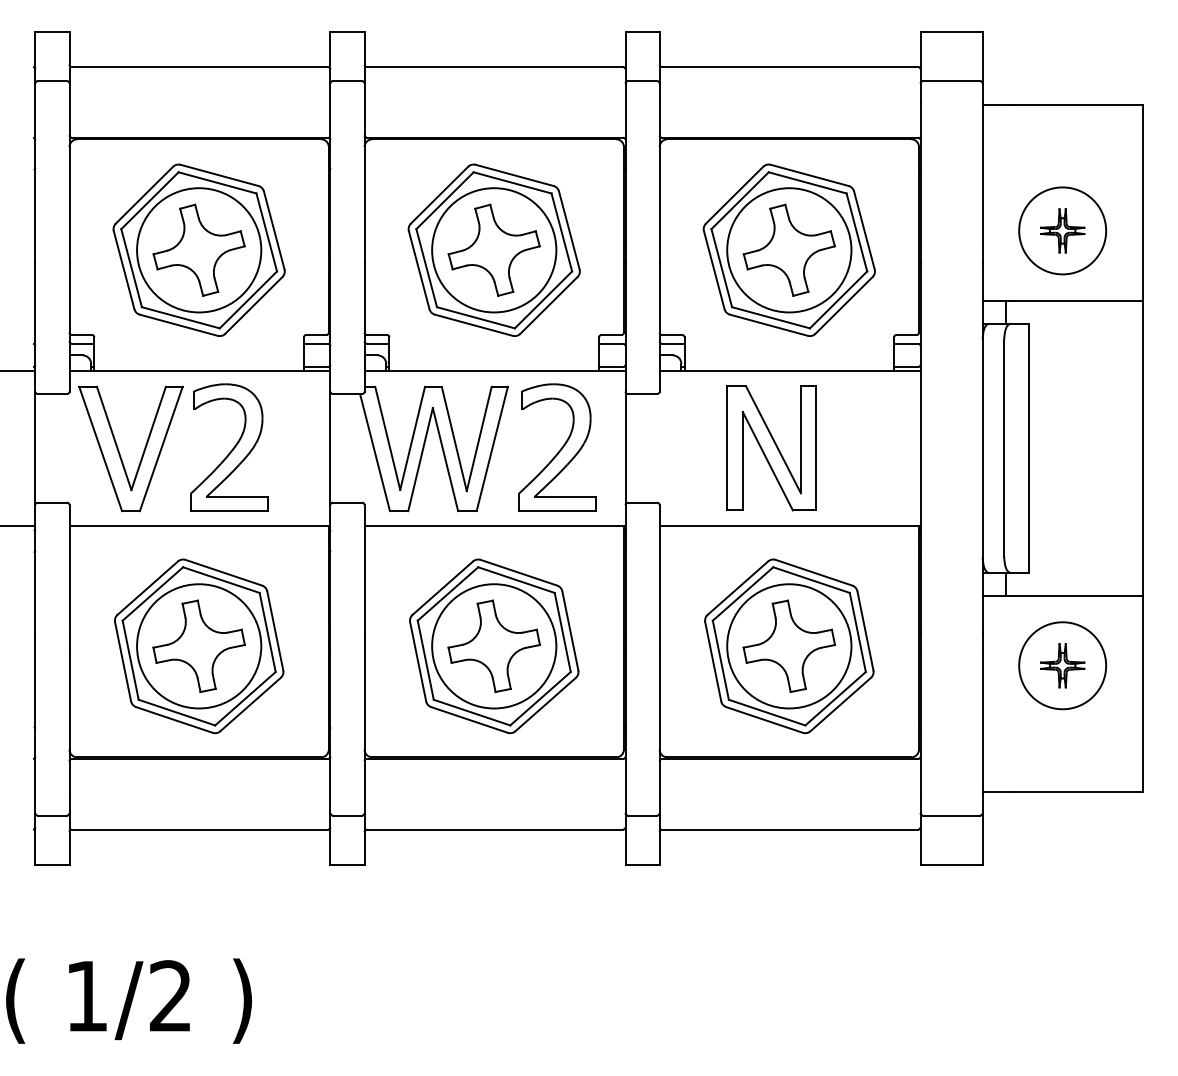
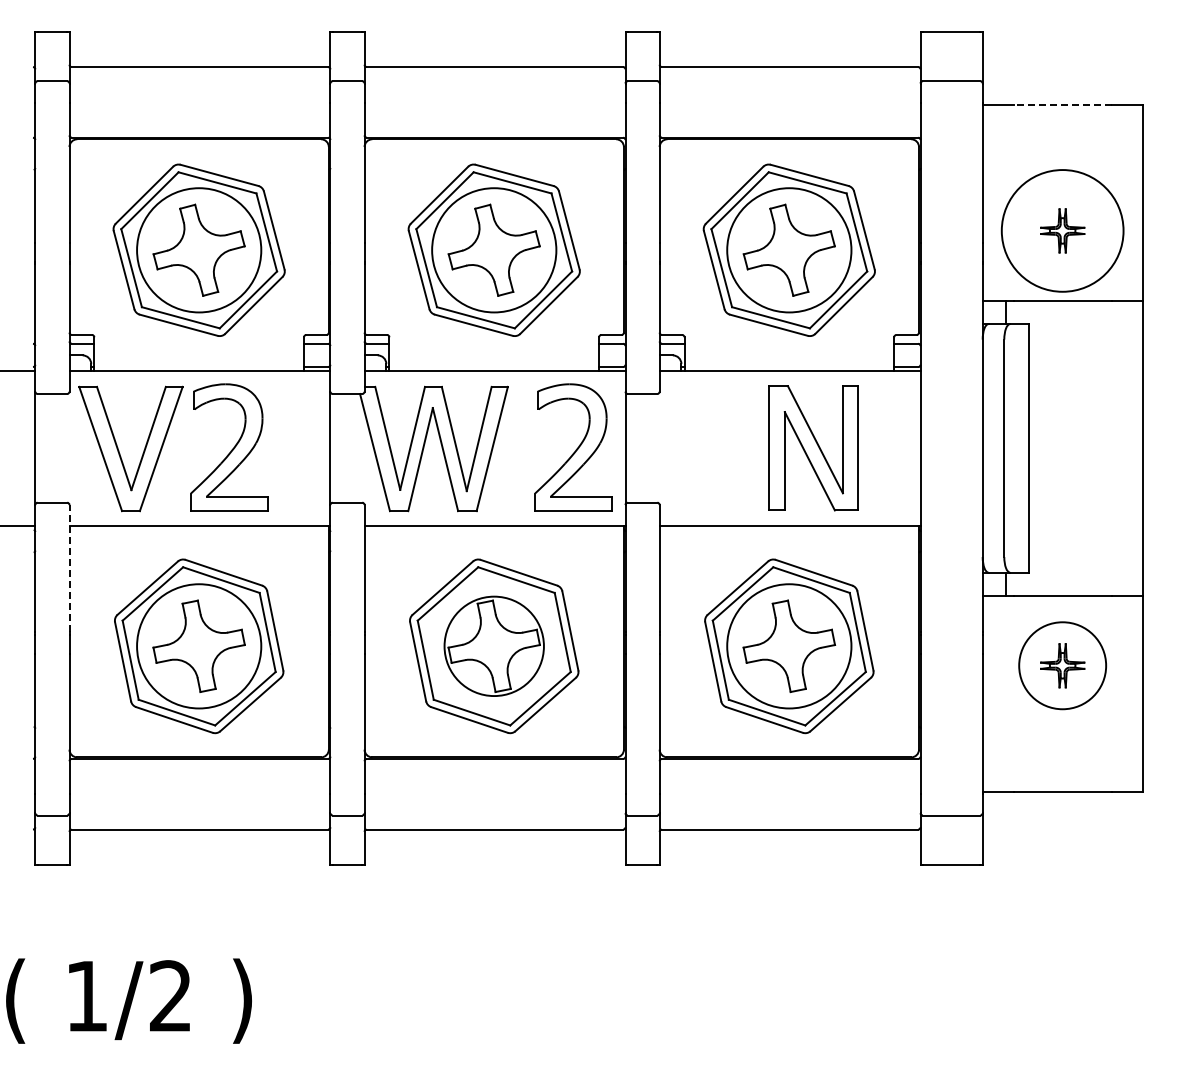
line at (1062, 105): solid -> dashed
circle at (1062, 230) diameter: 87 px -> 122 px
part at (557, 447) position: (557, 447) -> (573, 447)
part at (771, 448) position: (771, 448) -> (813, 448)
line at (69, 568): solid -> dashed
circle at (494, 646) diameter: 124 px -> 99 px
